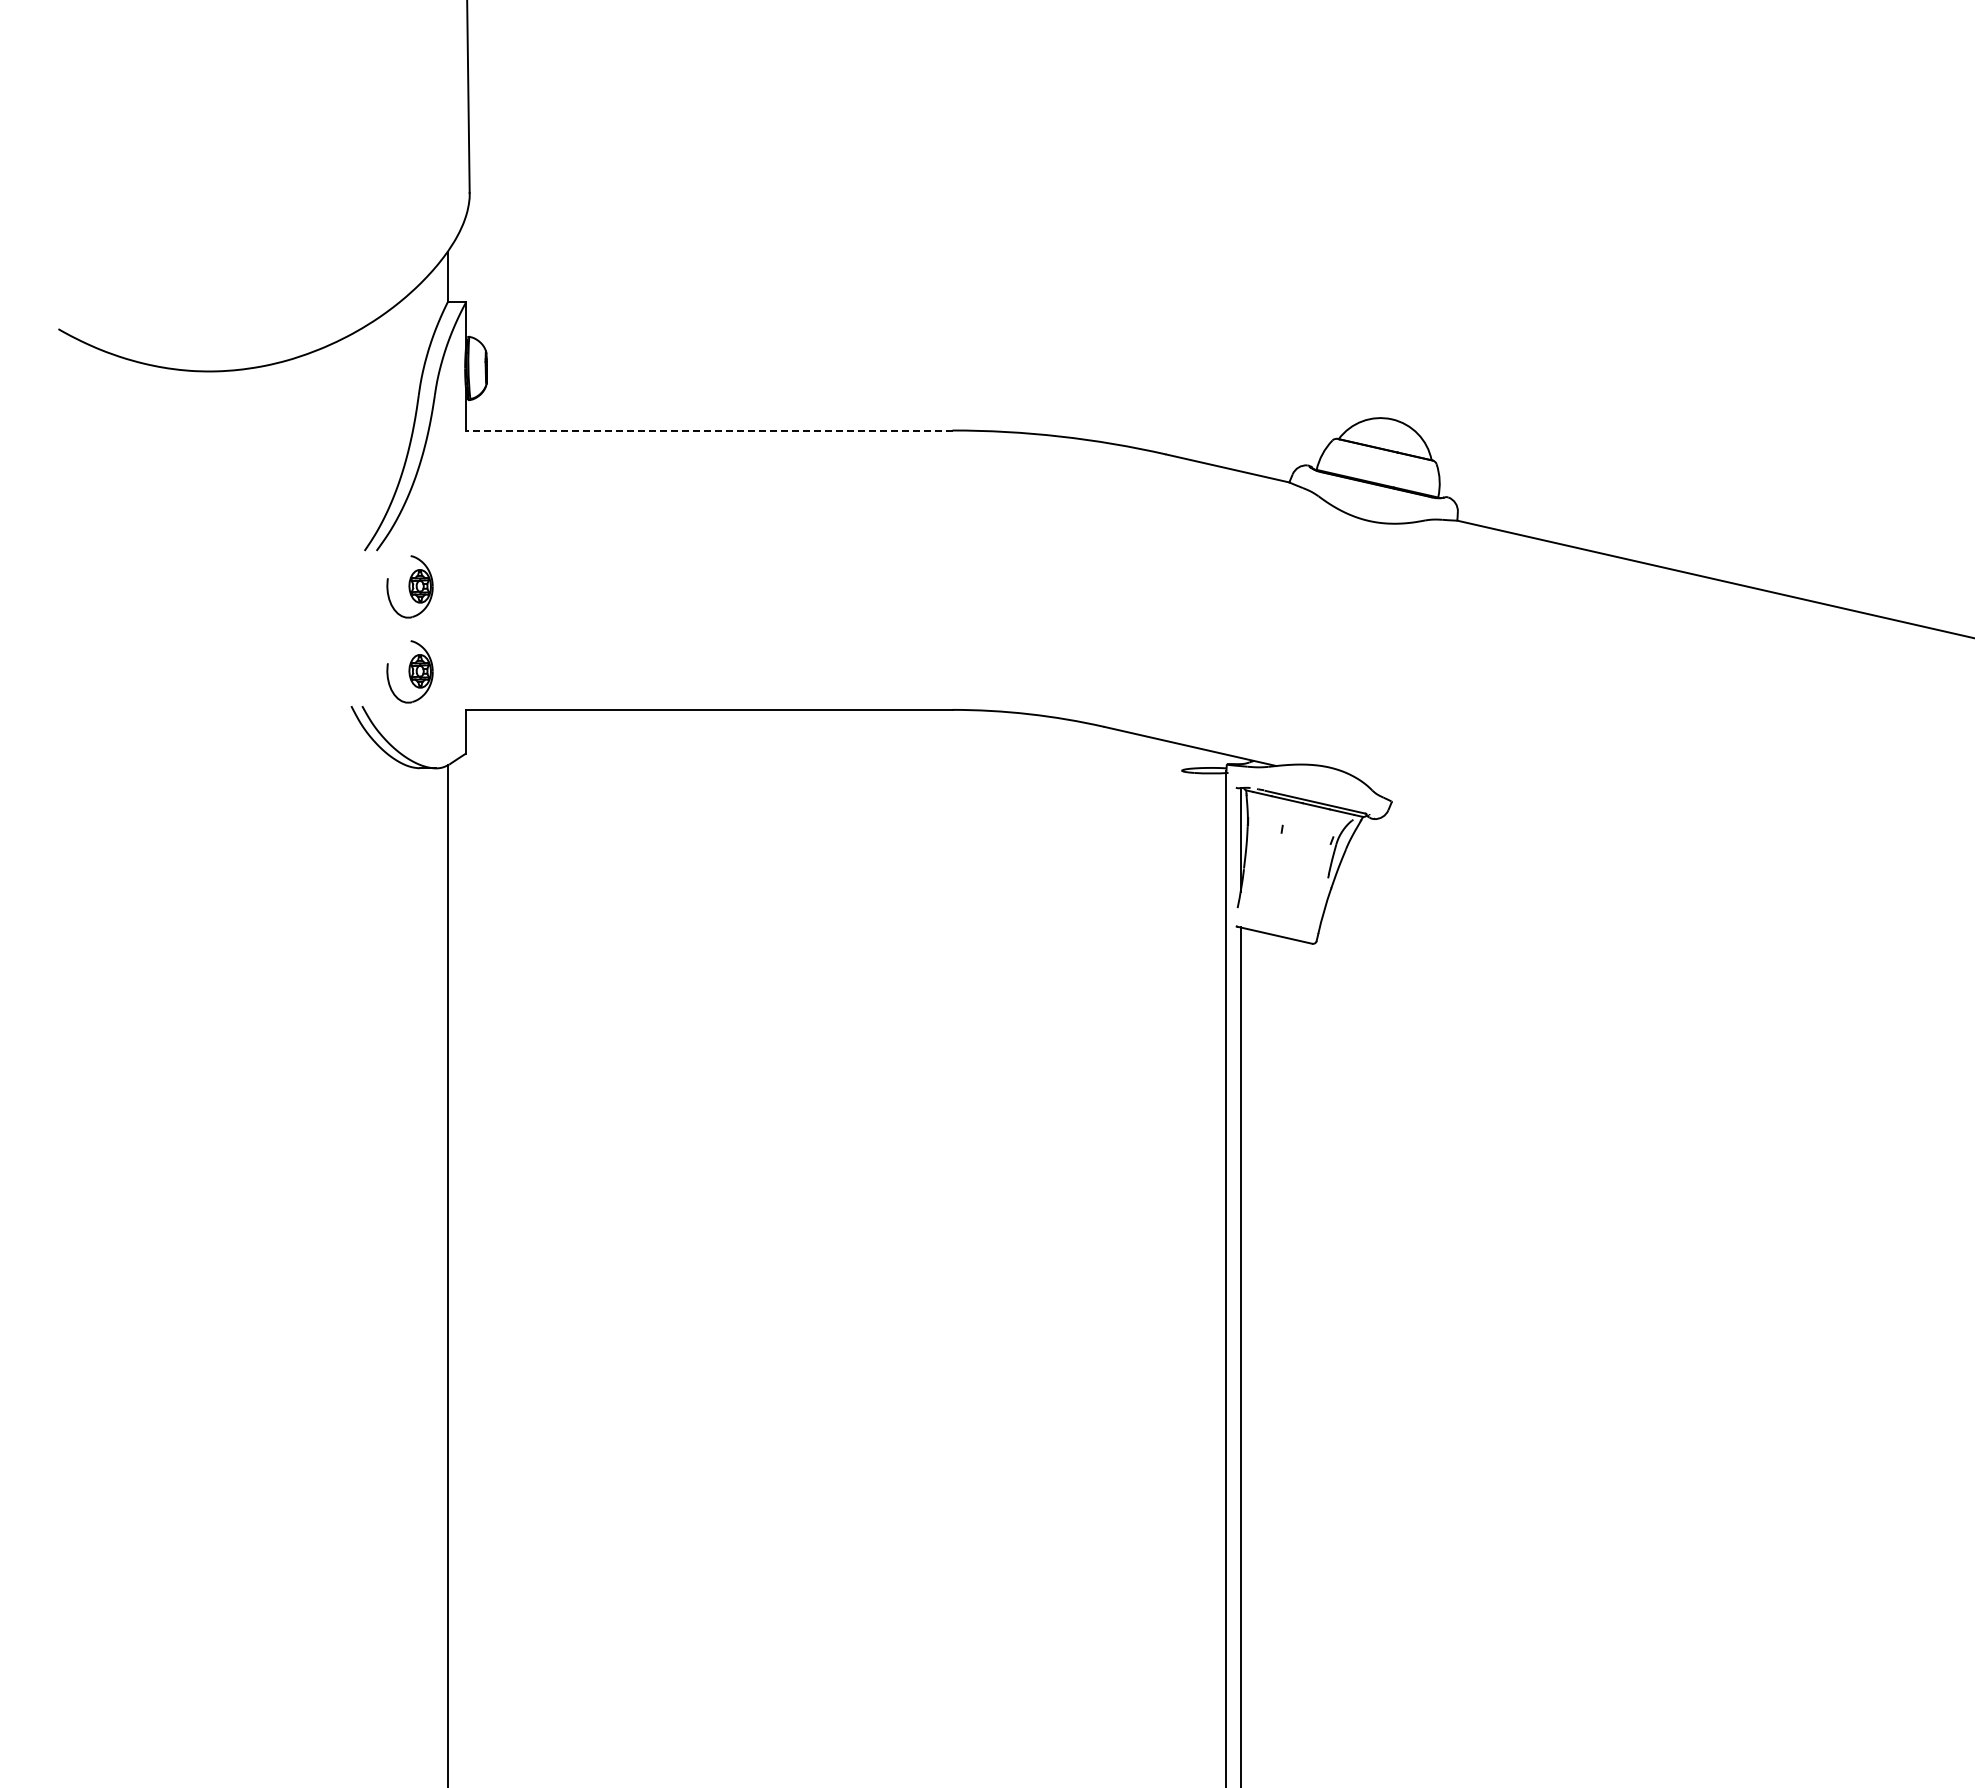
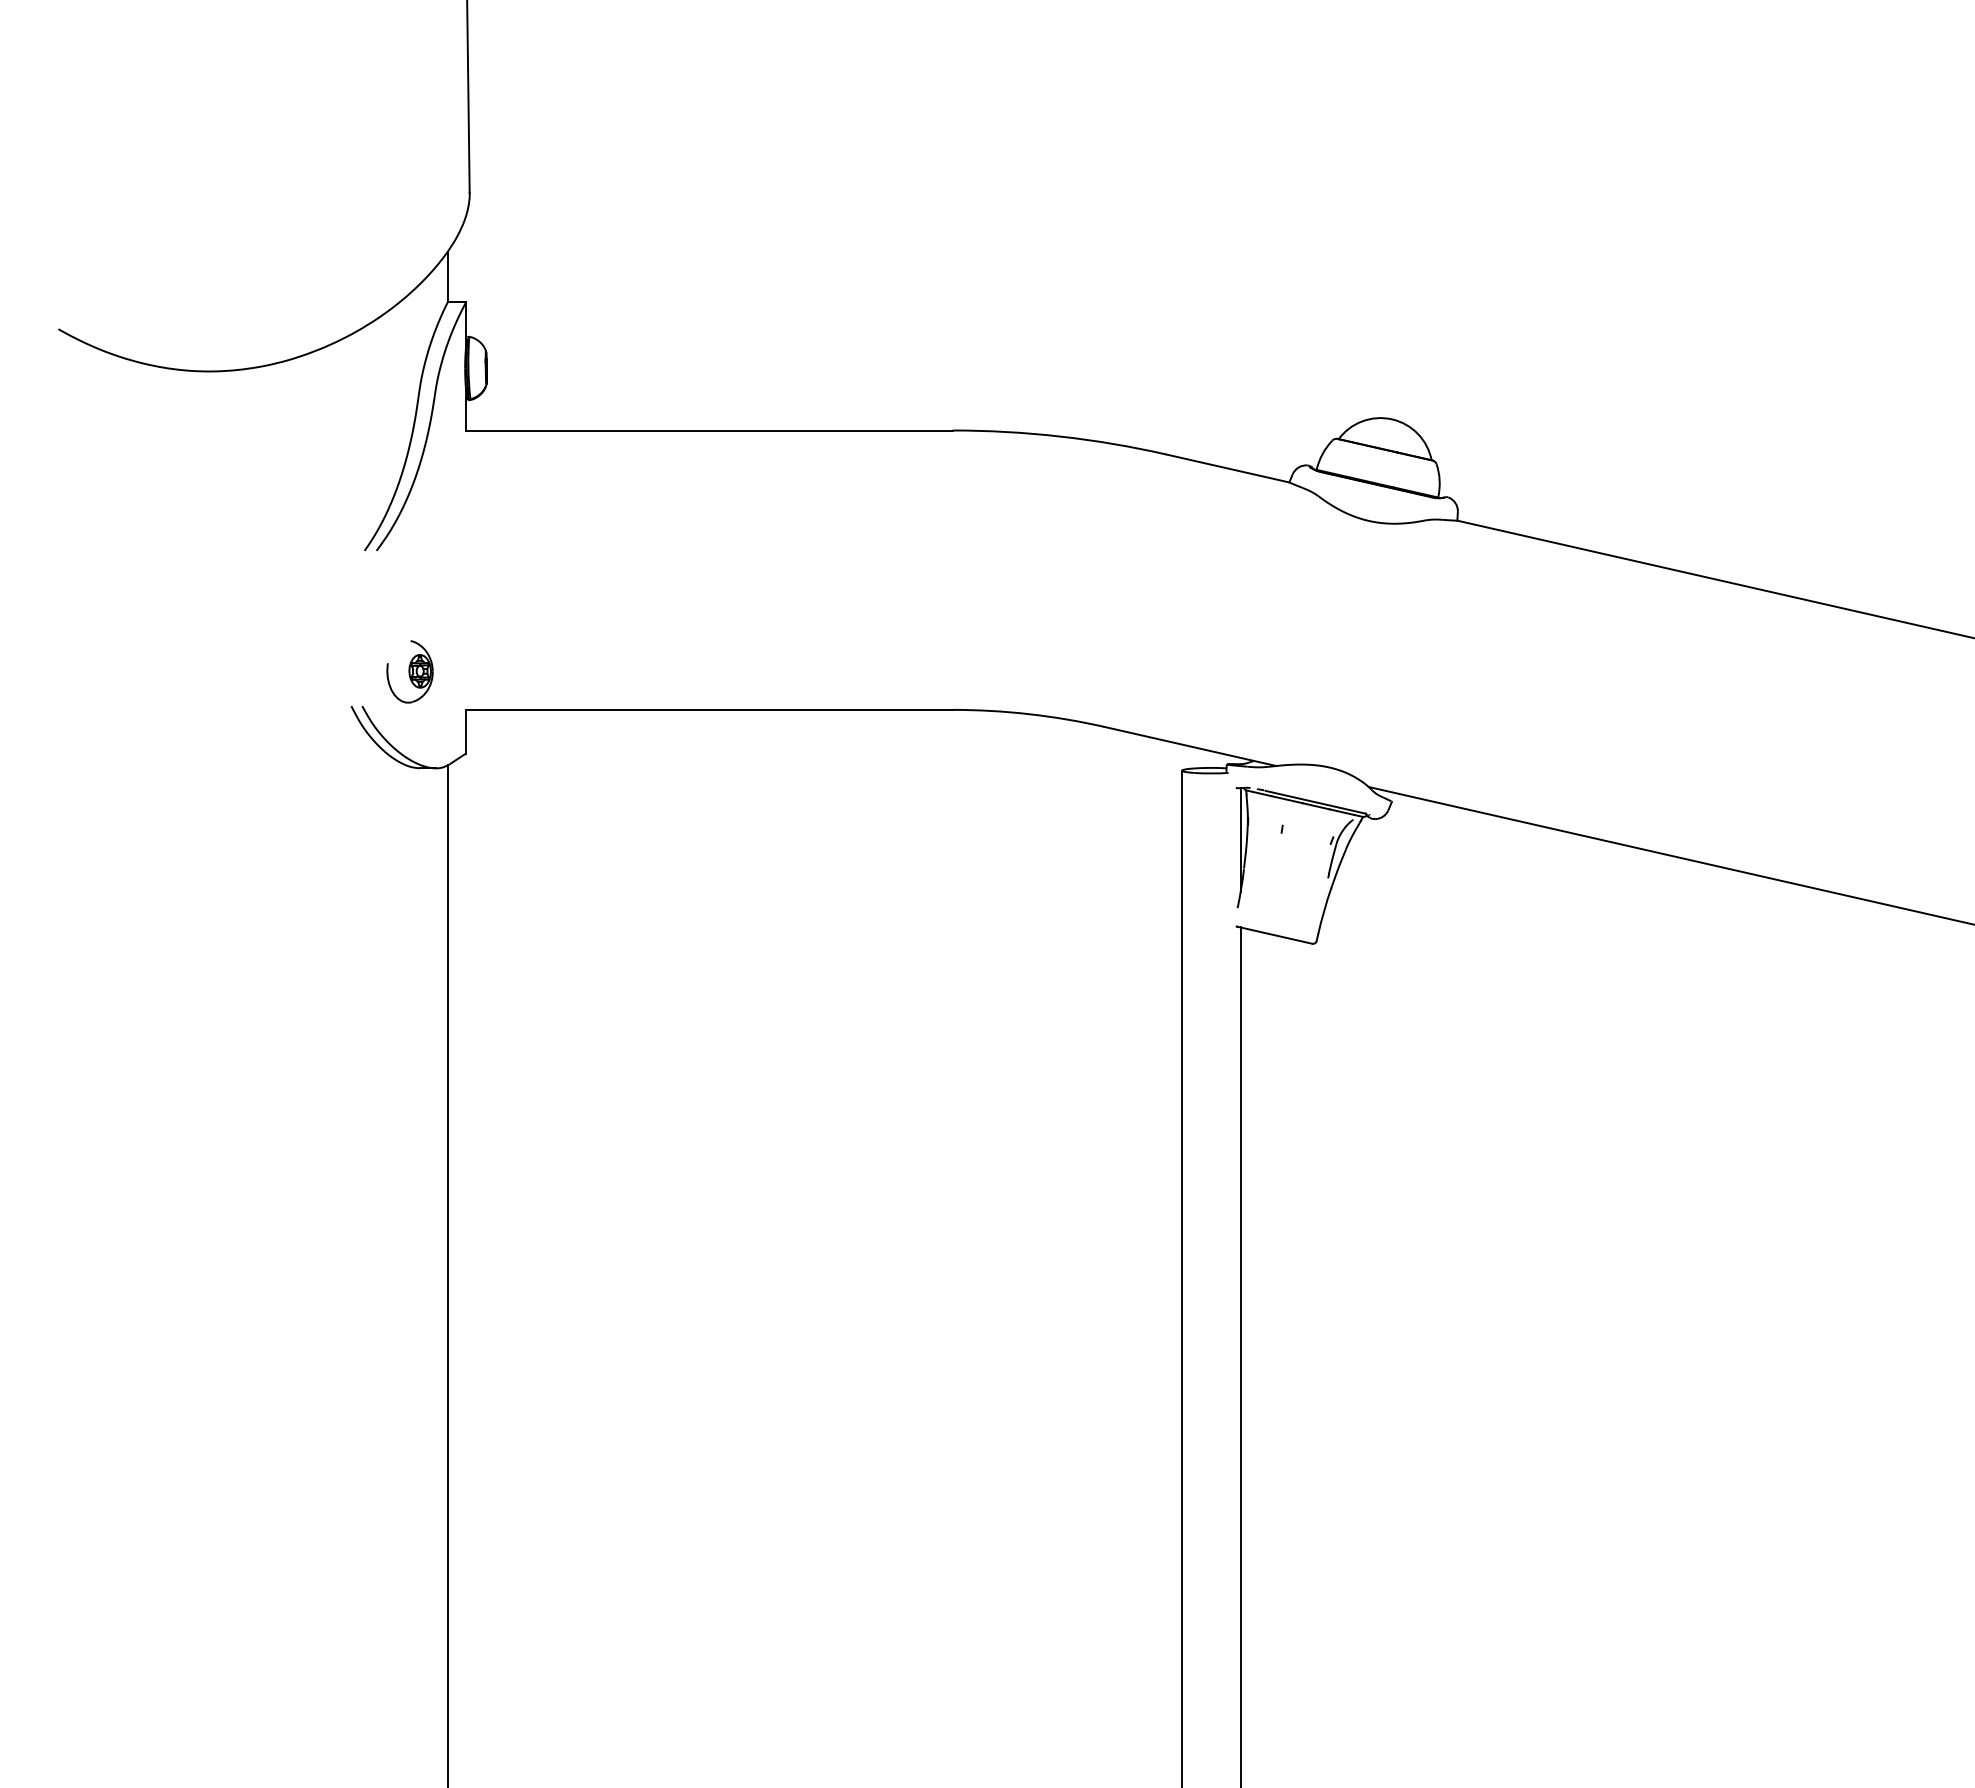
line at (708, 430): dashed -> solid
part at (409, 586): present -> none
line at (1669, 855): none -> present
line at (1226, 1277) position: (1226, 1277) -> (1182, 1277)
